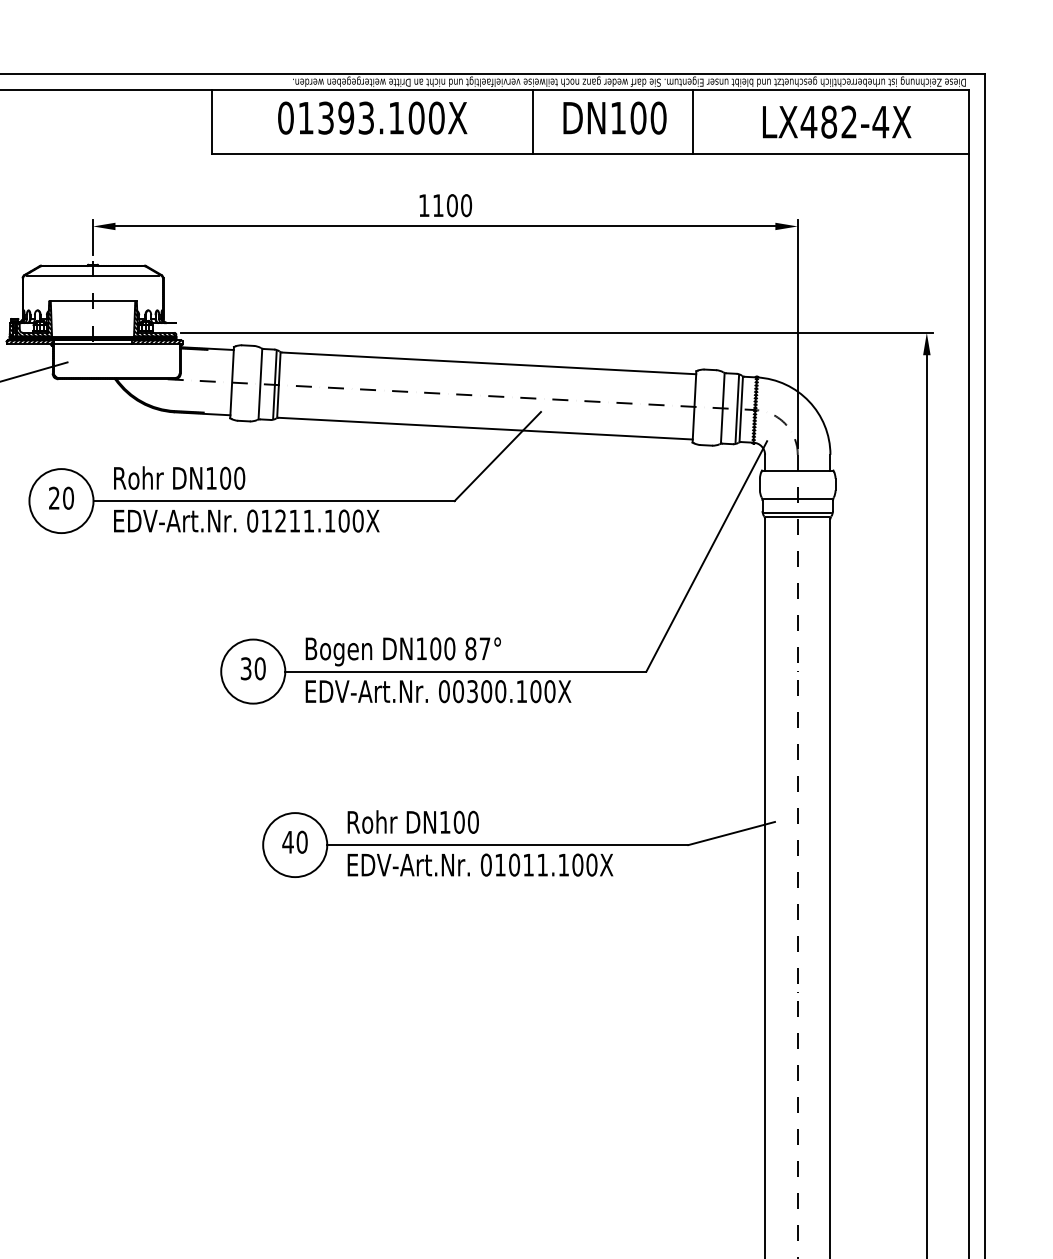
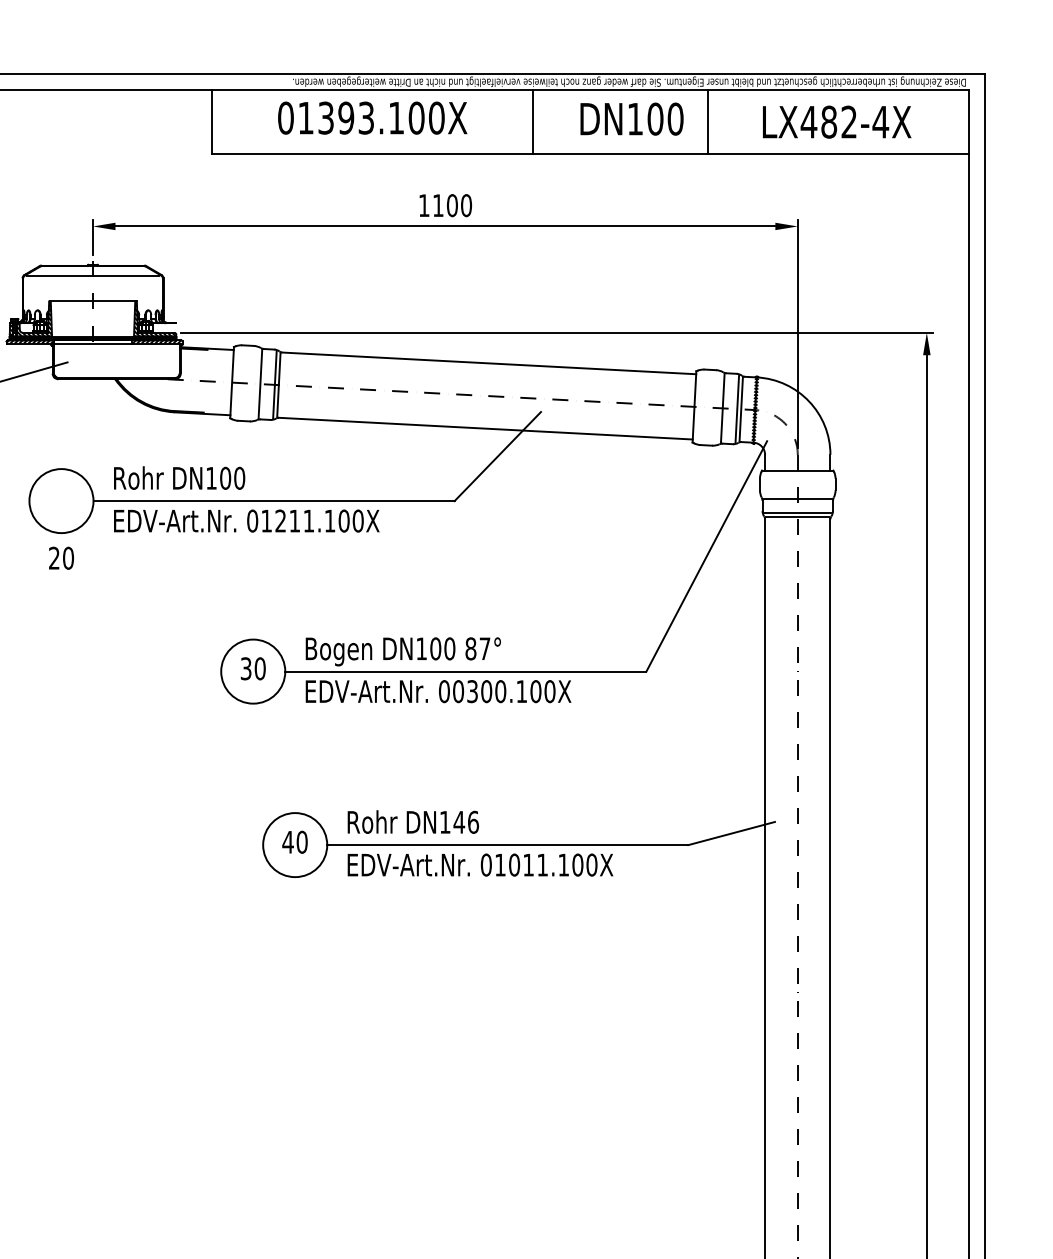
text at (614, 117) position: (614, 117) -> (631, 118)
line at (692, 122) position: (692, 122) -> (707, 122)
text at (61, 497) position: (61, 497) -> (61, 557)
text at (466, 821): DN100 -> DN146
